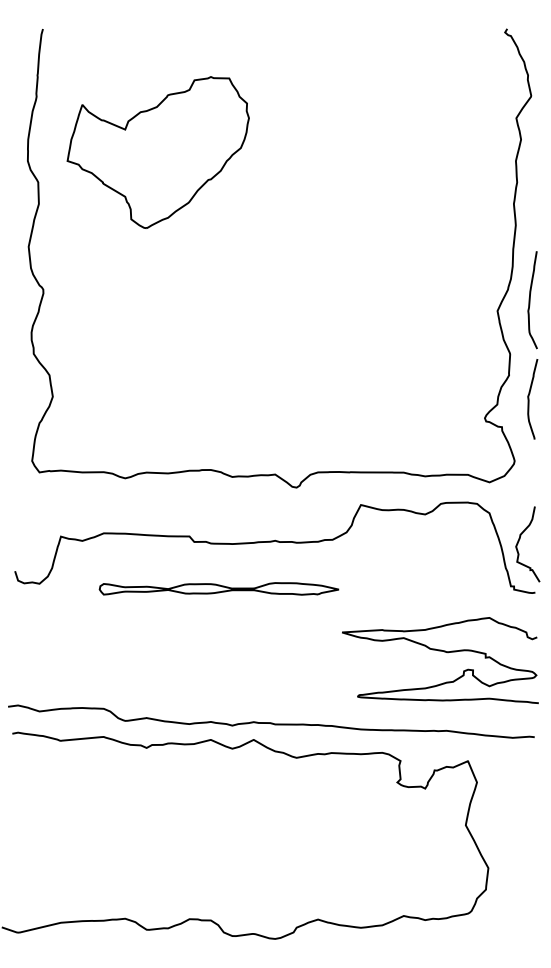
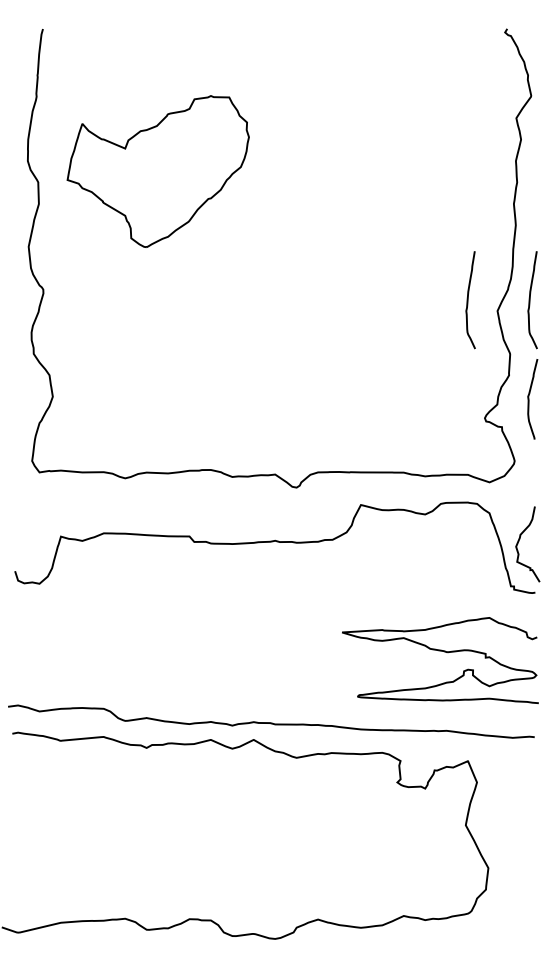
part at (157, 152) position: (157, 152) -> (157, 171)
curve at (468, 300): none -> present
part at (218, 588): present -> none
